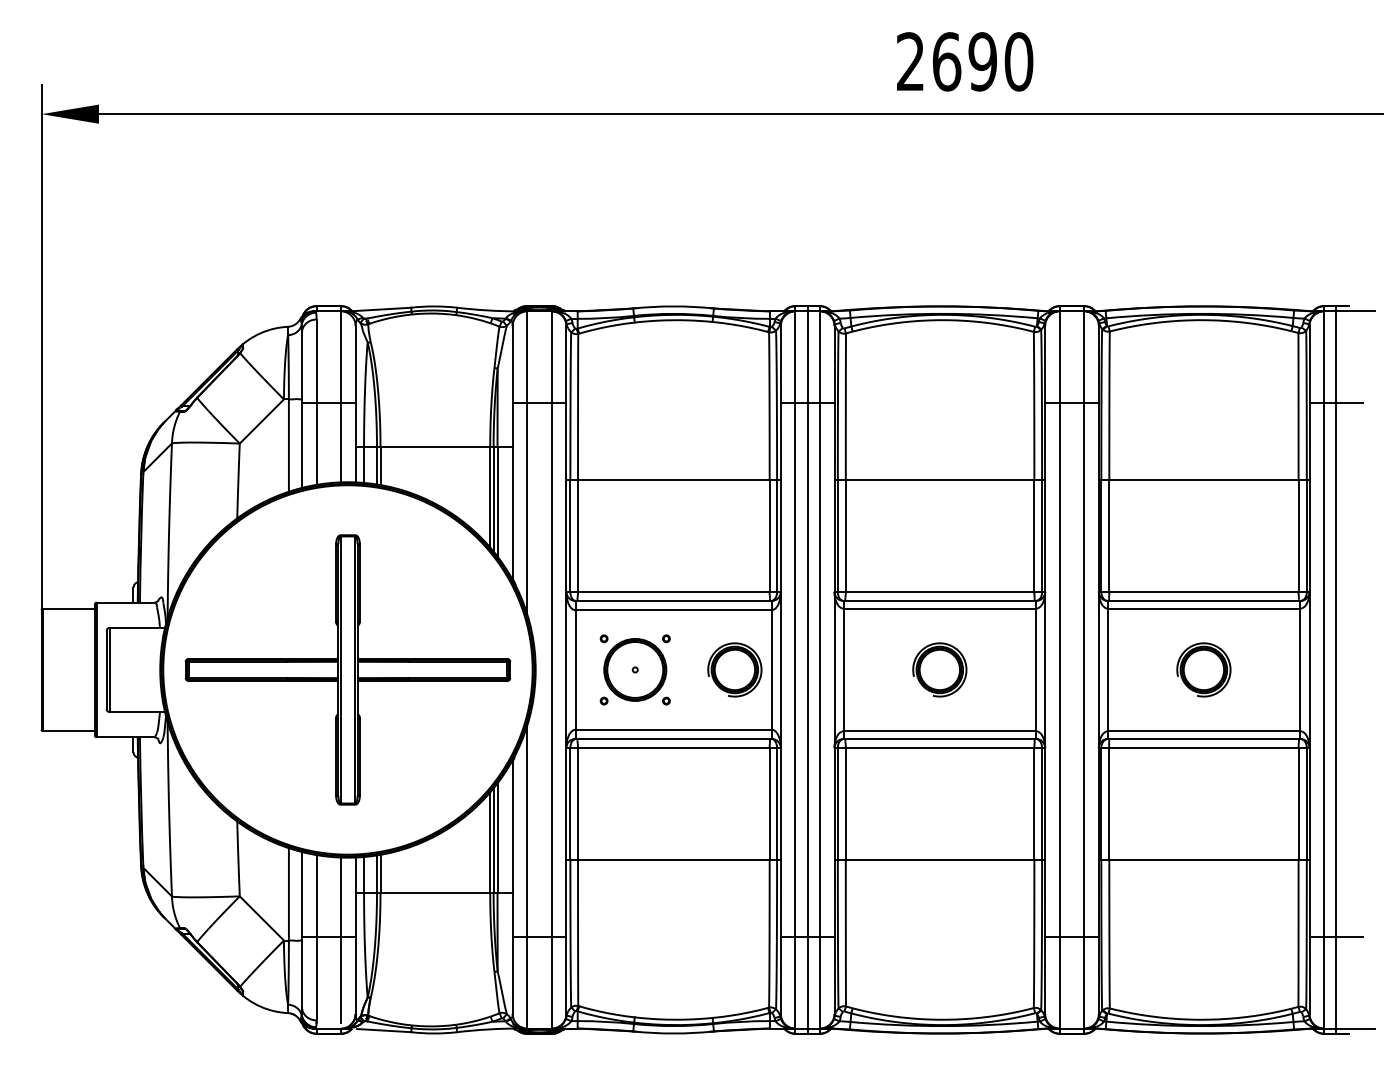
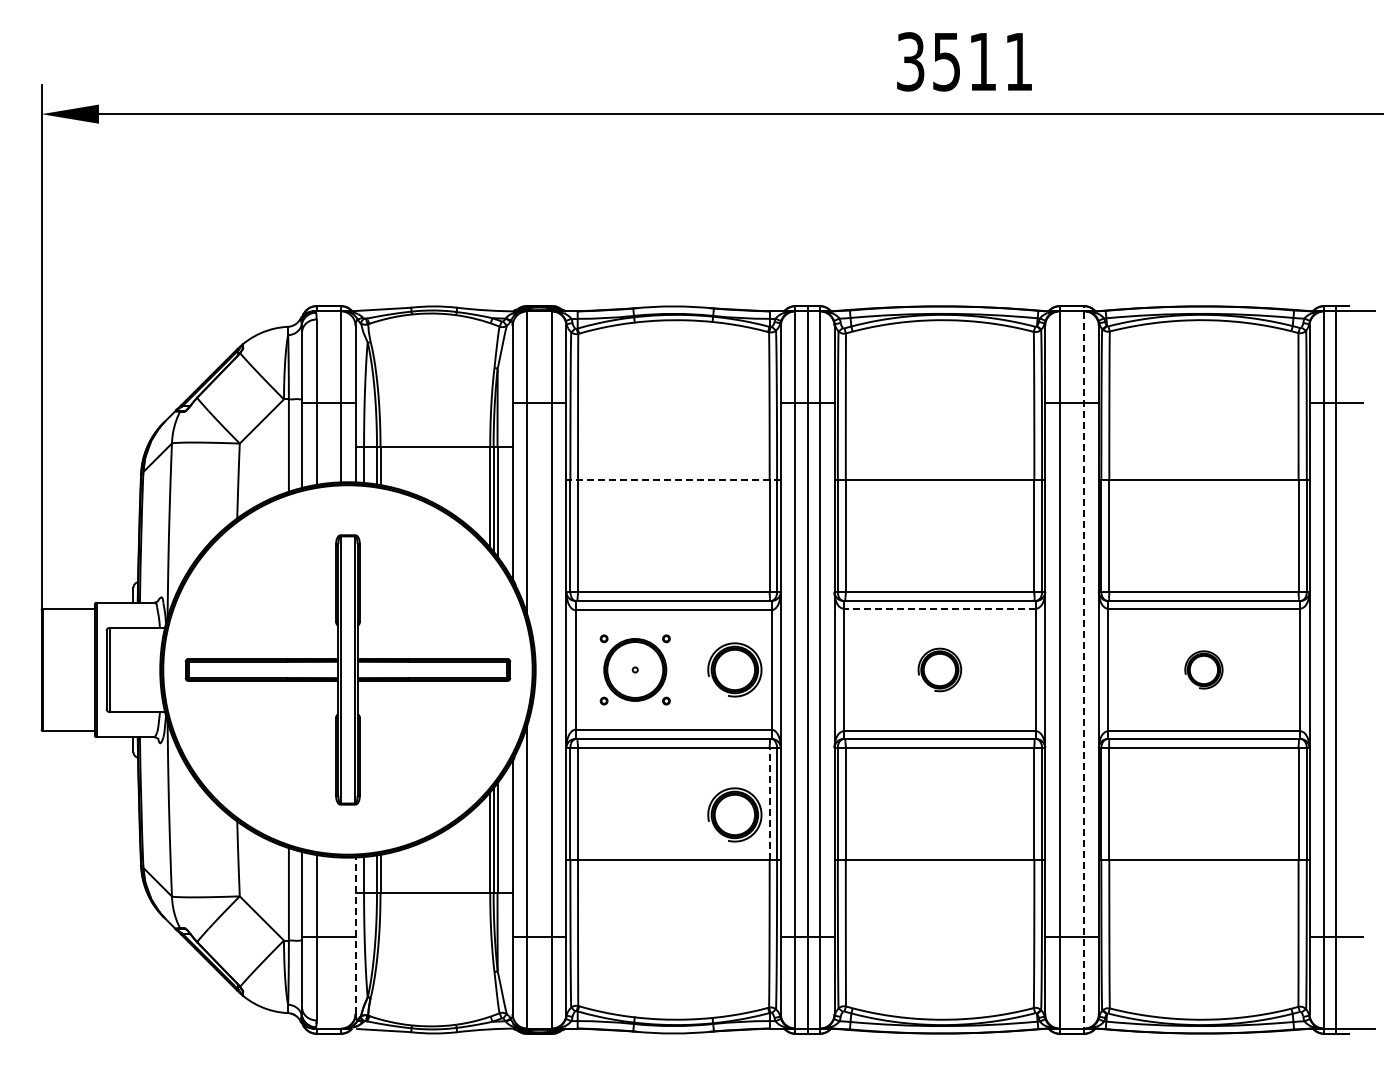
text at (965, 61): 2690 -> 3511
line at (673, 479): solid -> dashed
line at (939, 608): solid -> dashed
part at (939, 669) size: 56x56 px -> 46x46 px
line at (1084, 669): solid -> dashed
part at (1203, 669) size: 56x56 px -> 40x40 px
line at (769, 804): solid -> dashed
part at (734, 814): none -> present
line at (355, 935): solid -> dashed
line at (341, 940): present -> none
